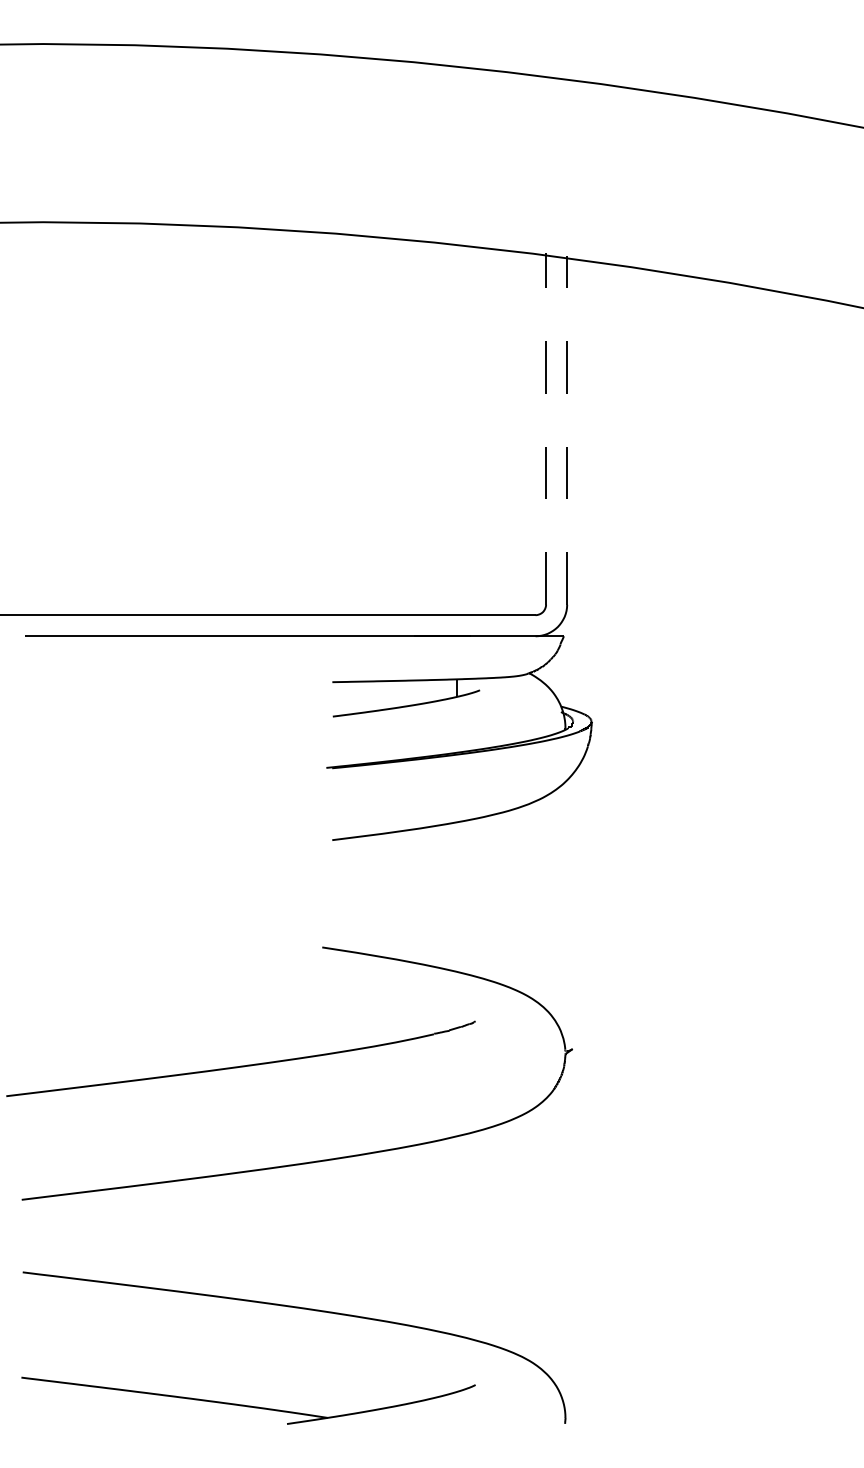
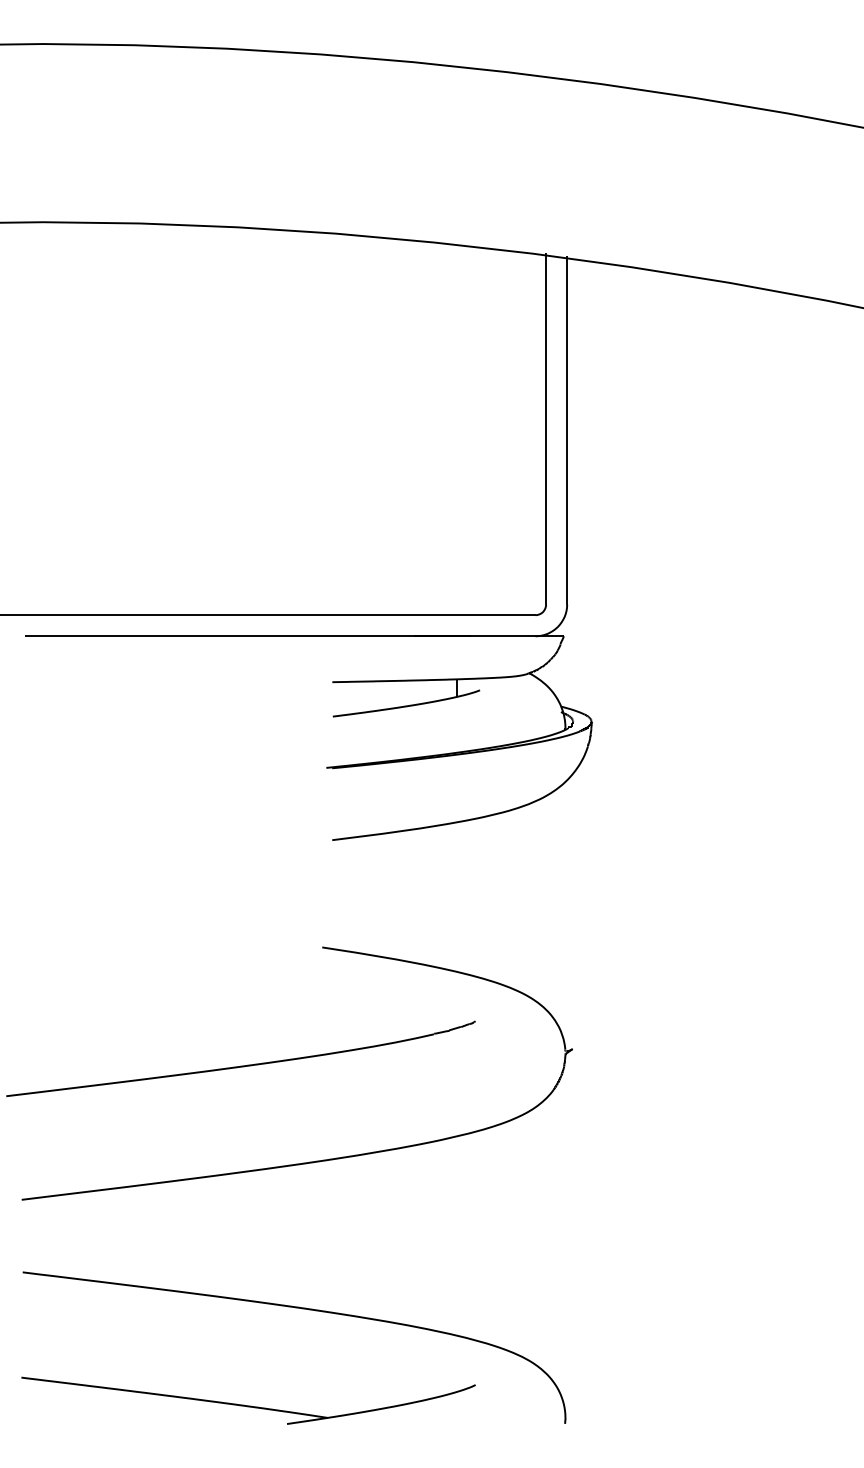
line at (546, 428): dashed -> solid
line at (567, 430): dashed -> solid
